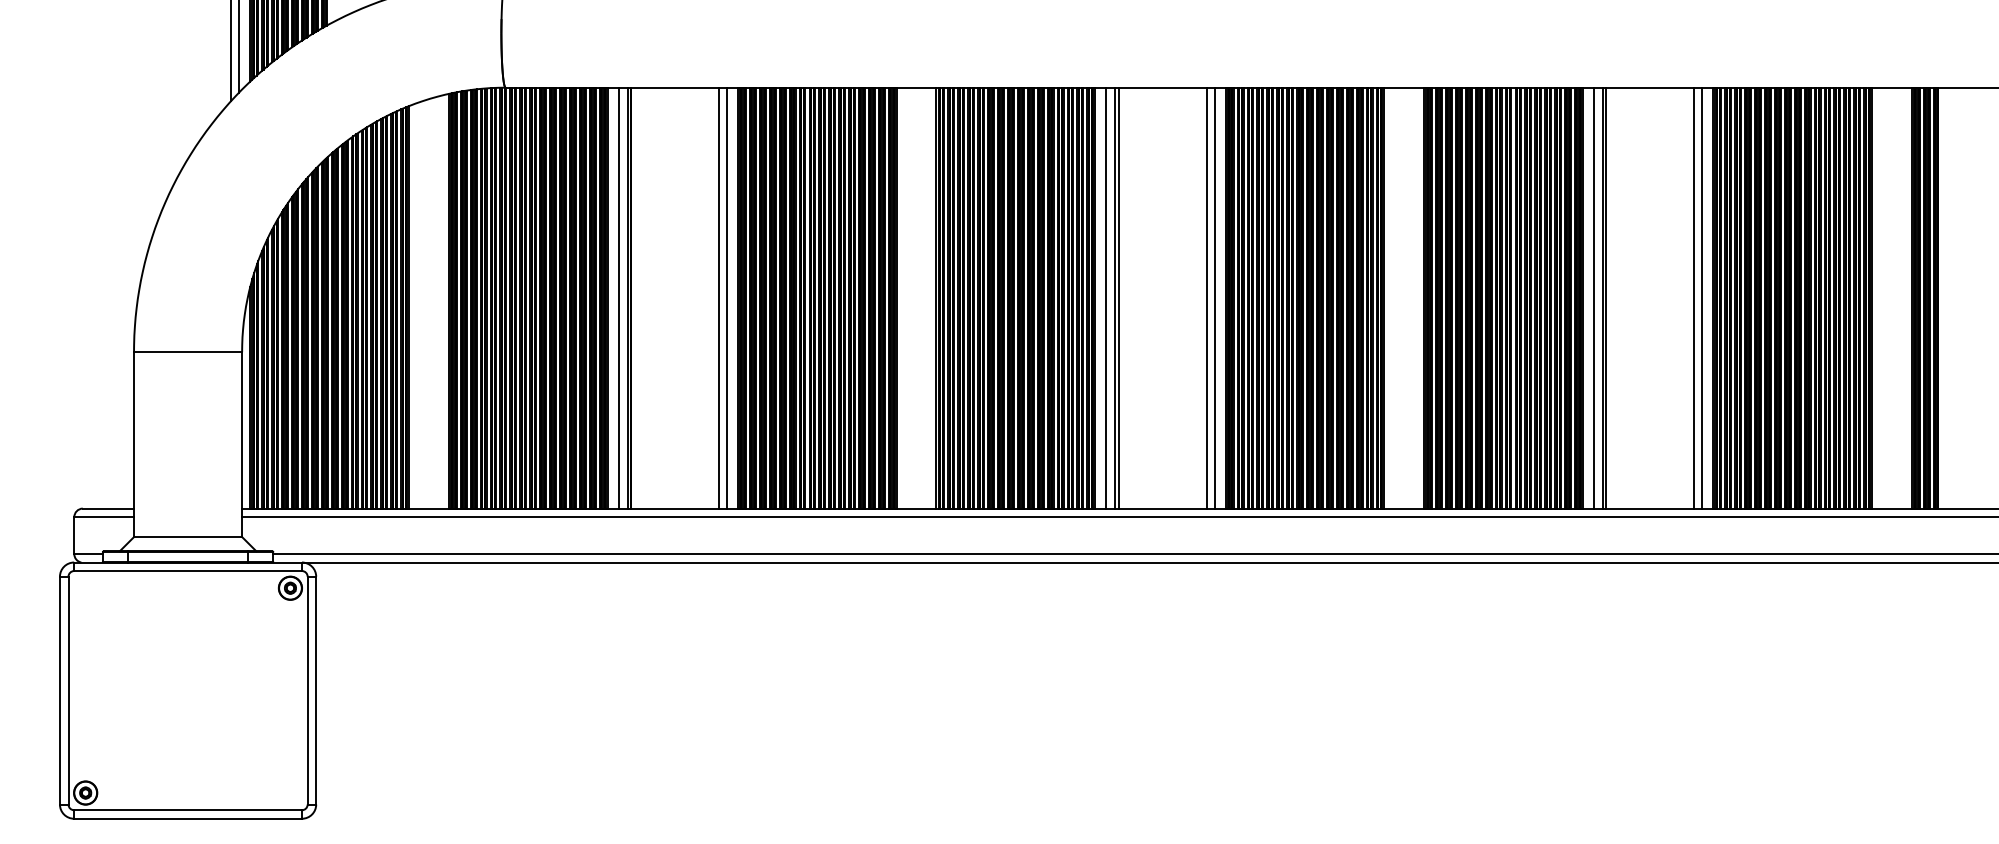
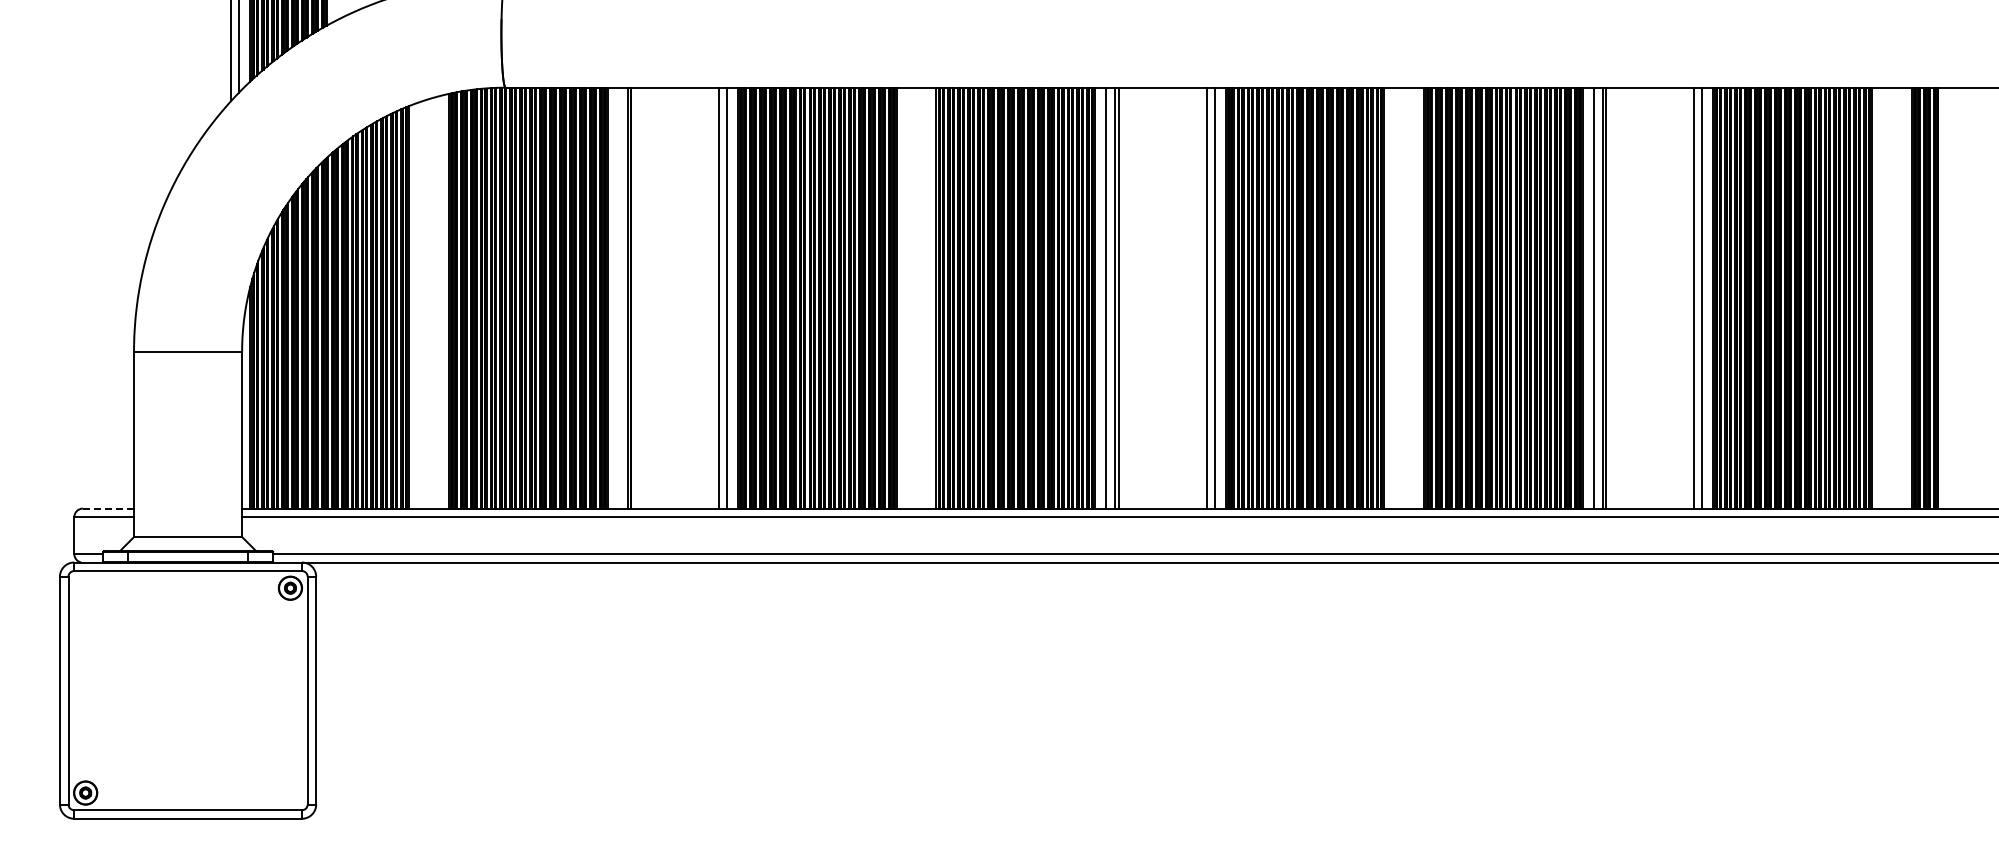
line at (618, 297): present -> none
line at (108, 508): solid -> dashed
